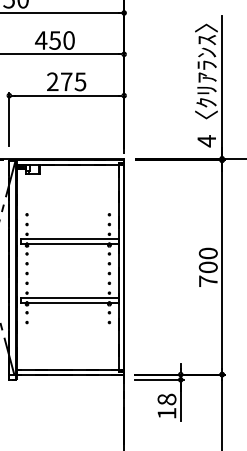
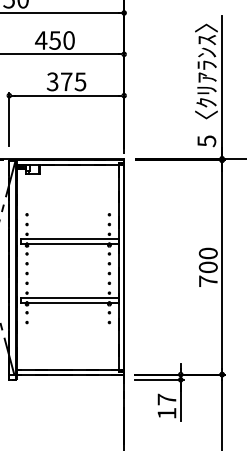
text at (52, 81): 275 -> 375
text at (206, 141): 4 -> 5
text at (166, 399): 18 -> 17
